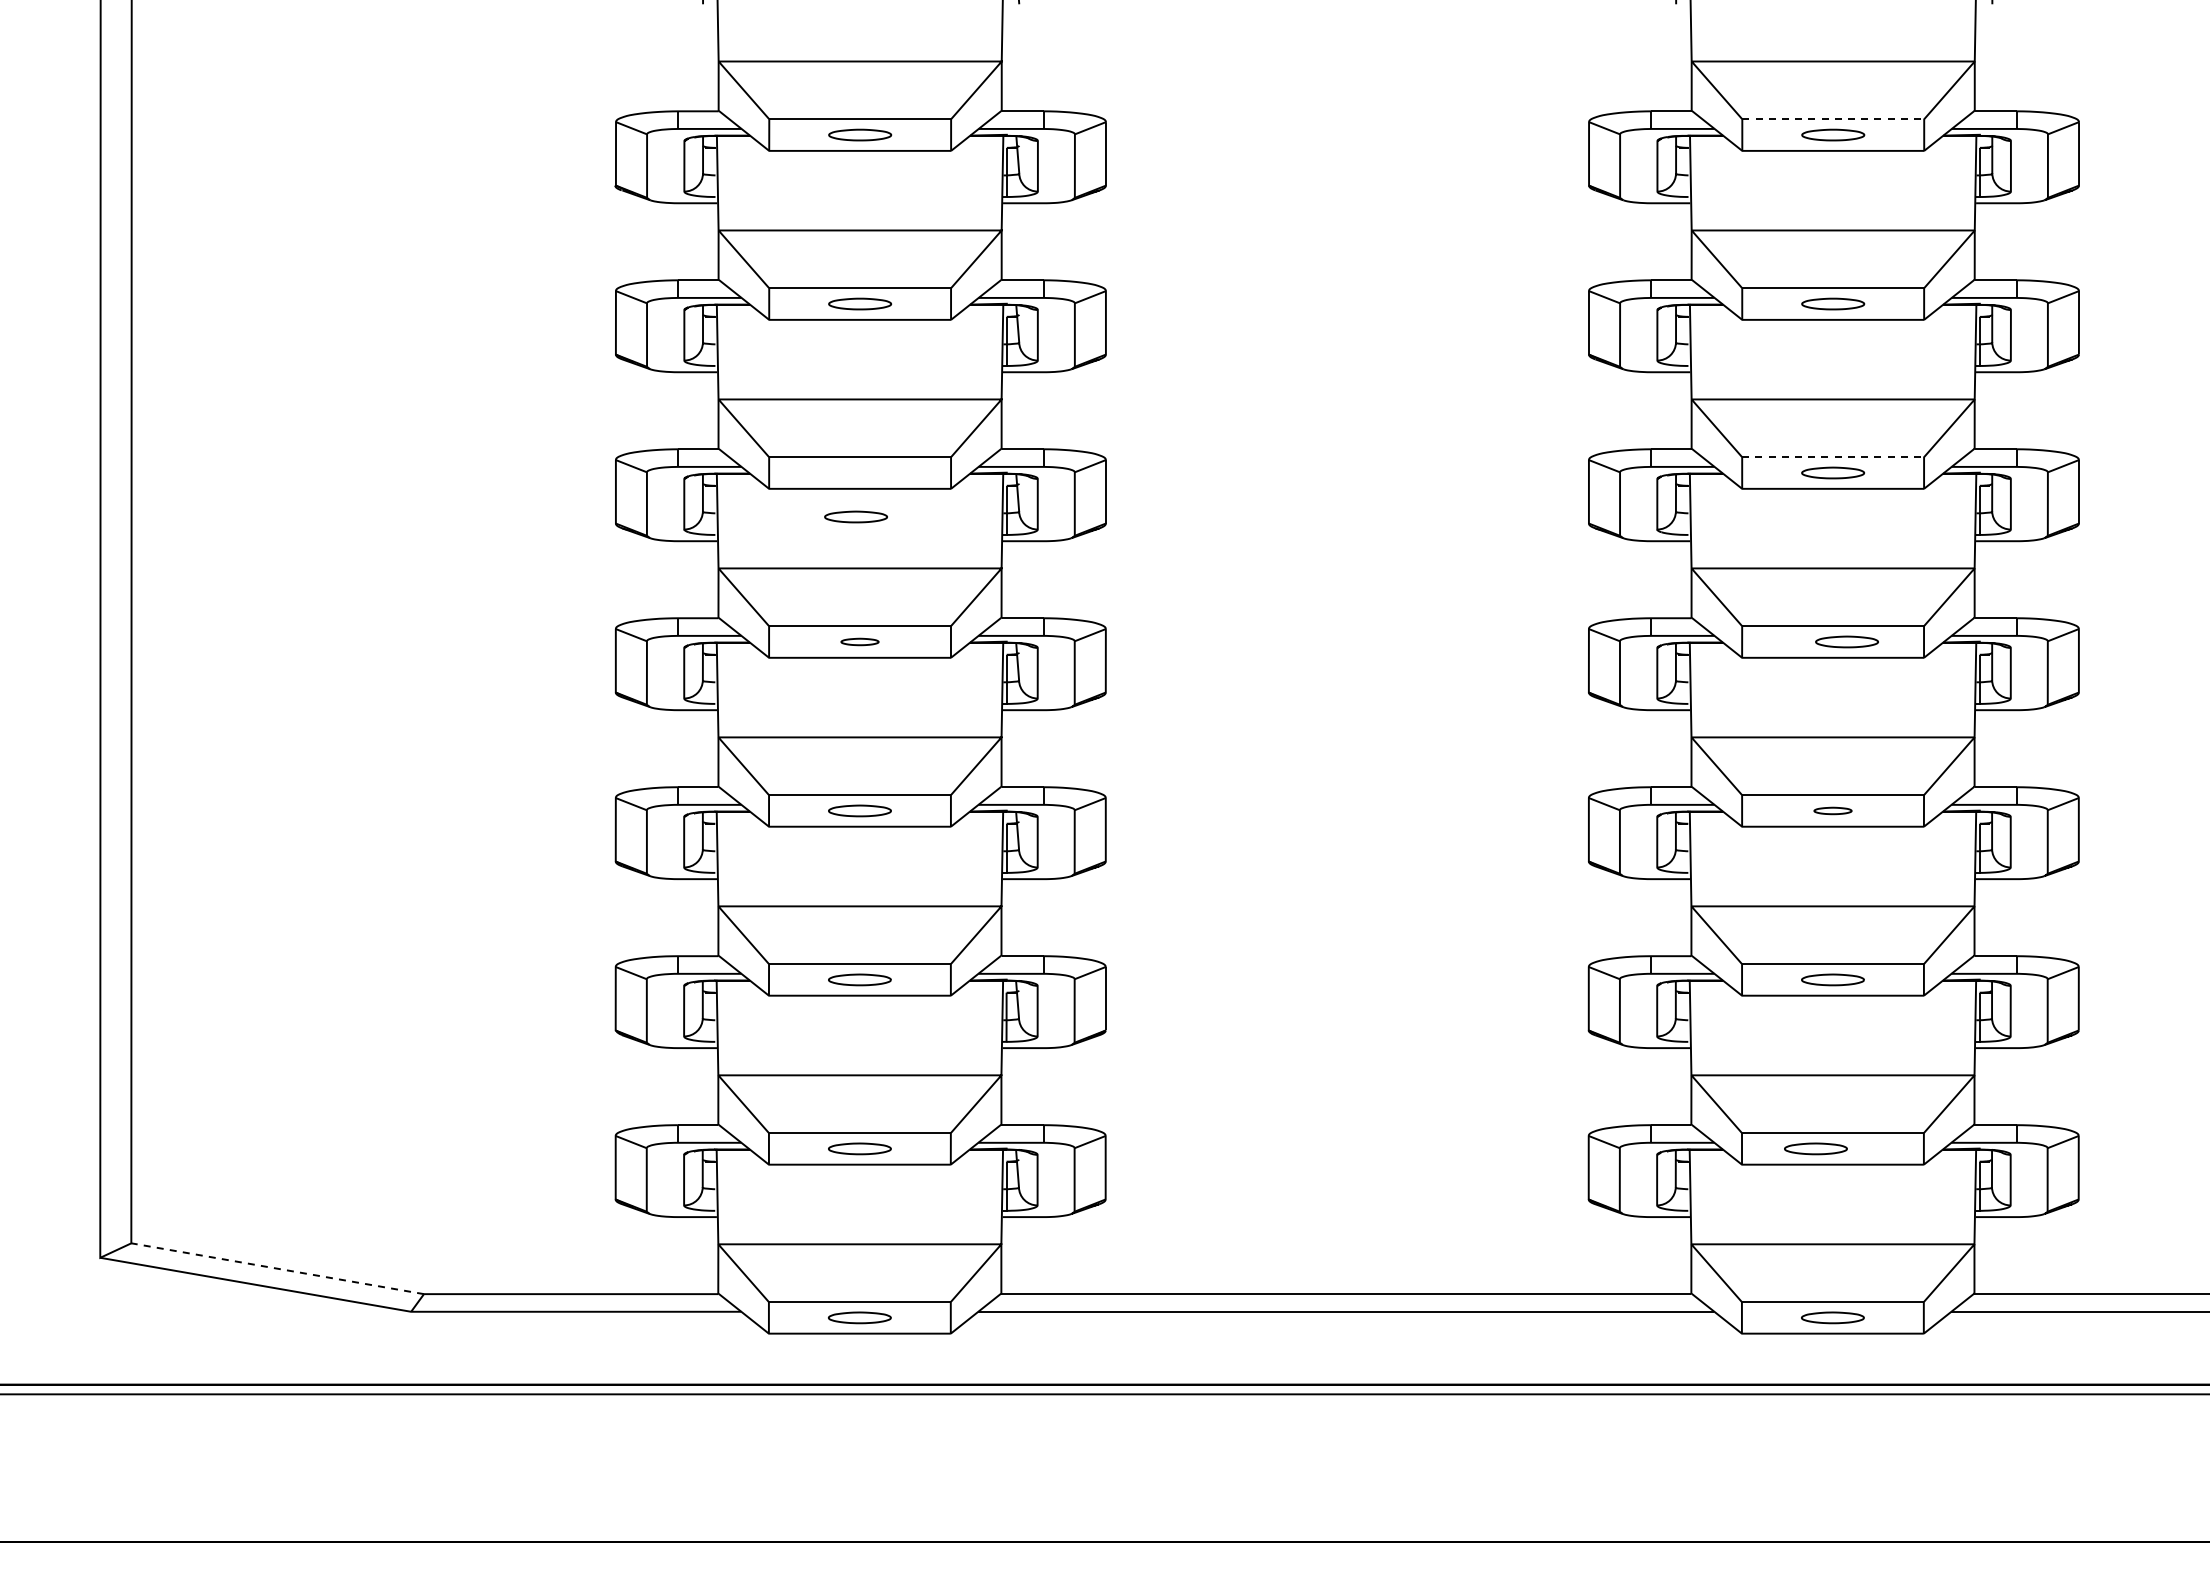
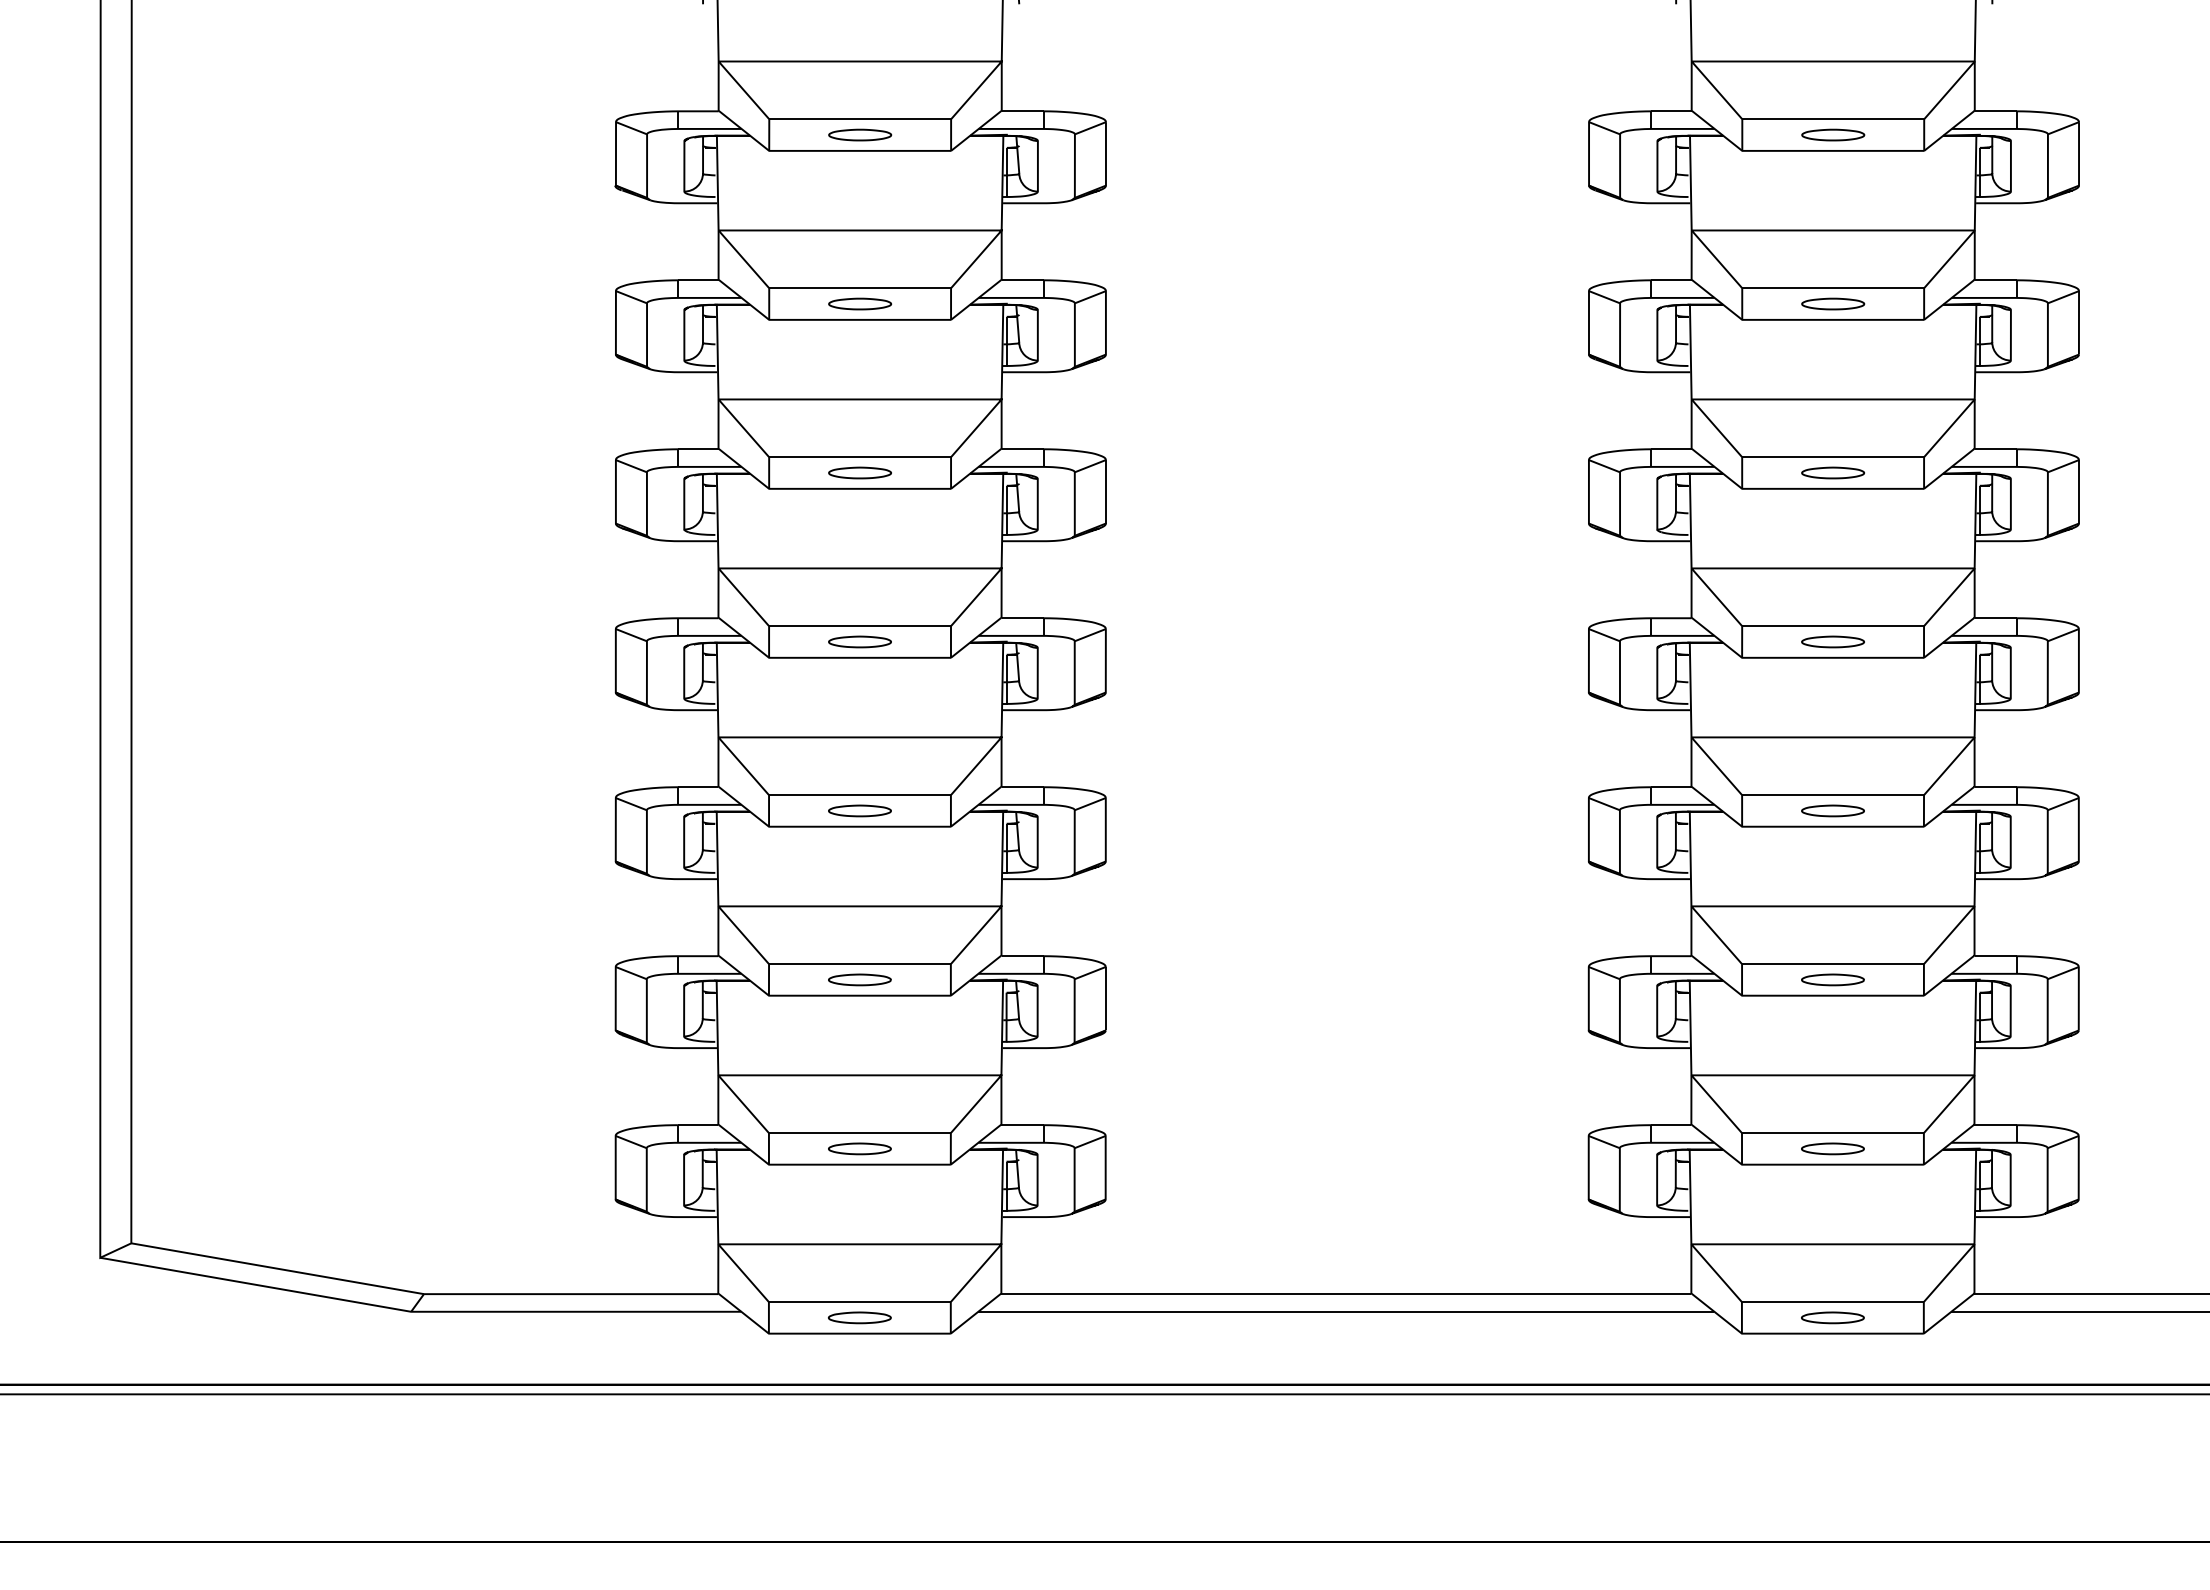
line at (1833, 119): dashed -> solid
line at (1833, 457): dashed -> solid
part at (855, 516) position: (855, 516) -> (859, 472)
part at (859, 641) size: 40x10 px -> 64x14 px
part at (1846, 641) position: (1846, 641) -> (1832, 641)
part at (1832, 810) size: 40x10 px -> 64x14 px
part at (1815, 1148) position: (1815, 1148) -> (1832, 1148)
line at (277, 1268): dashed -> solid
